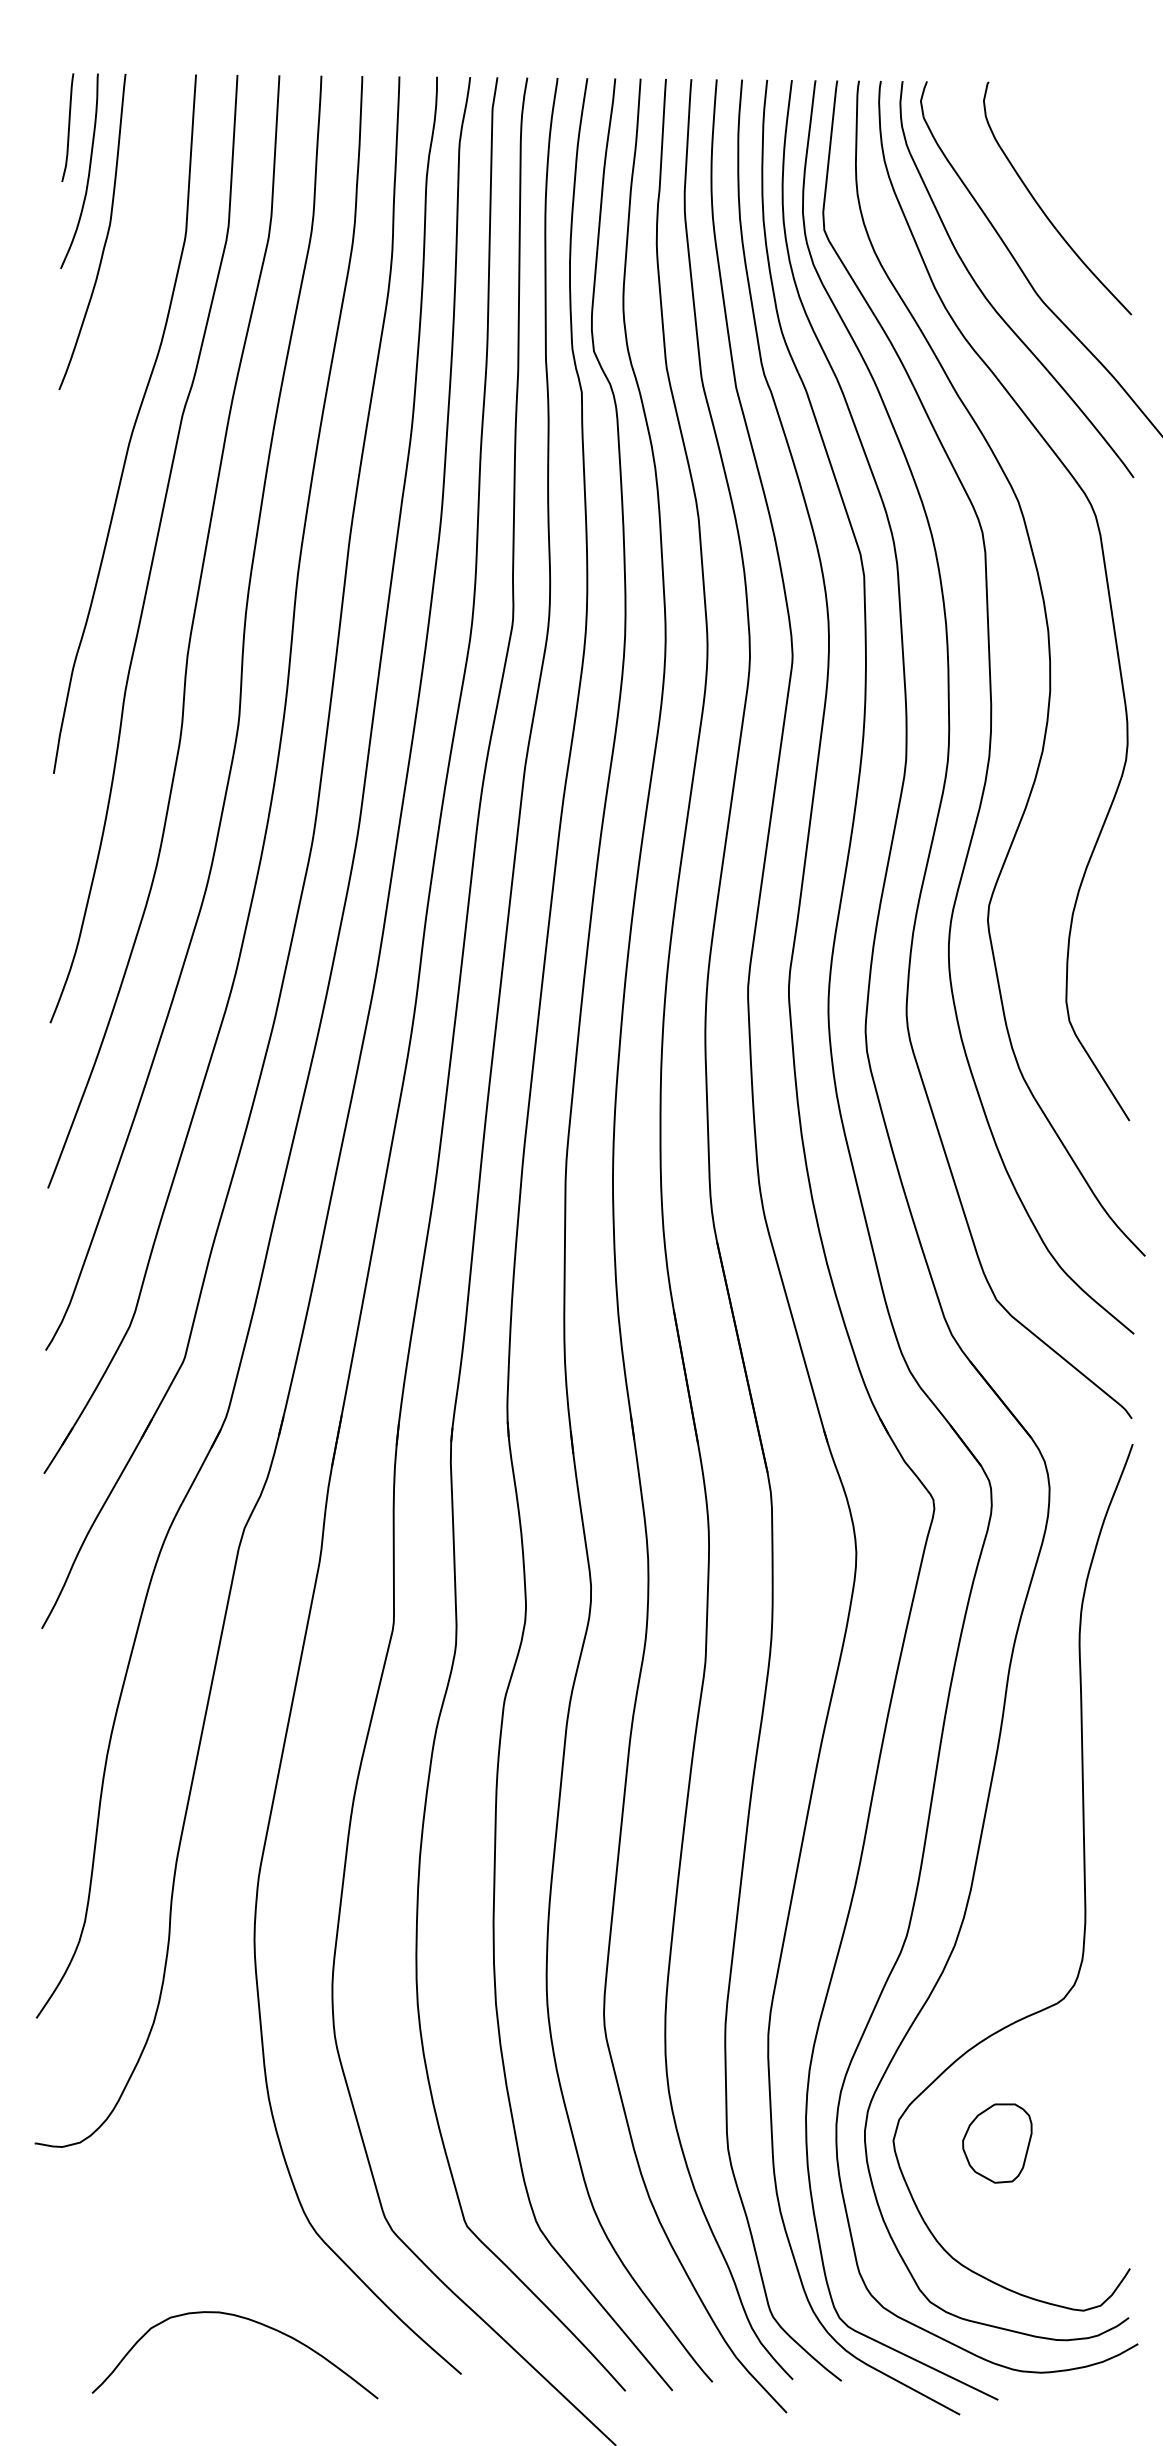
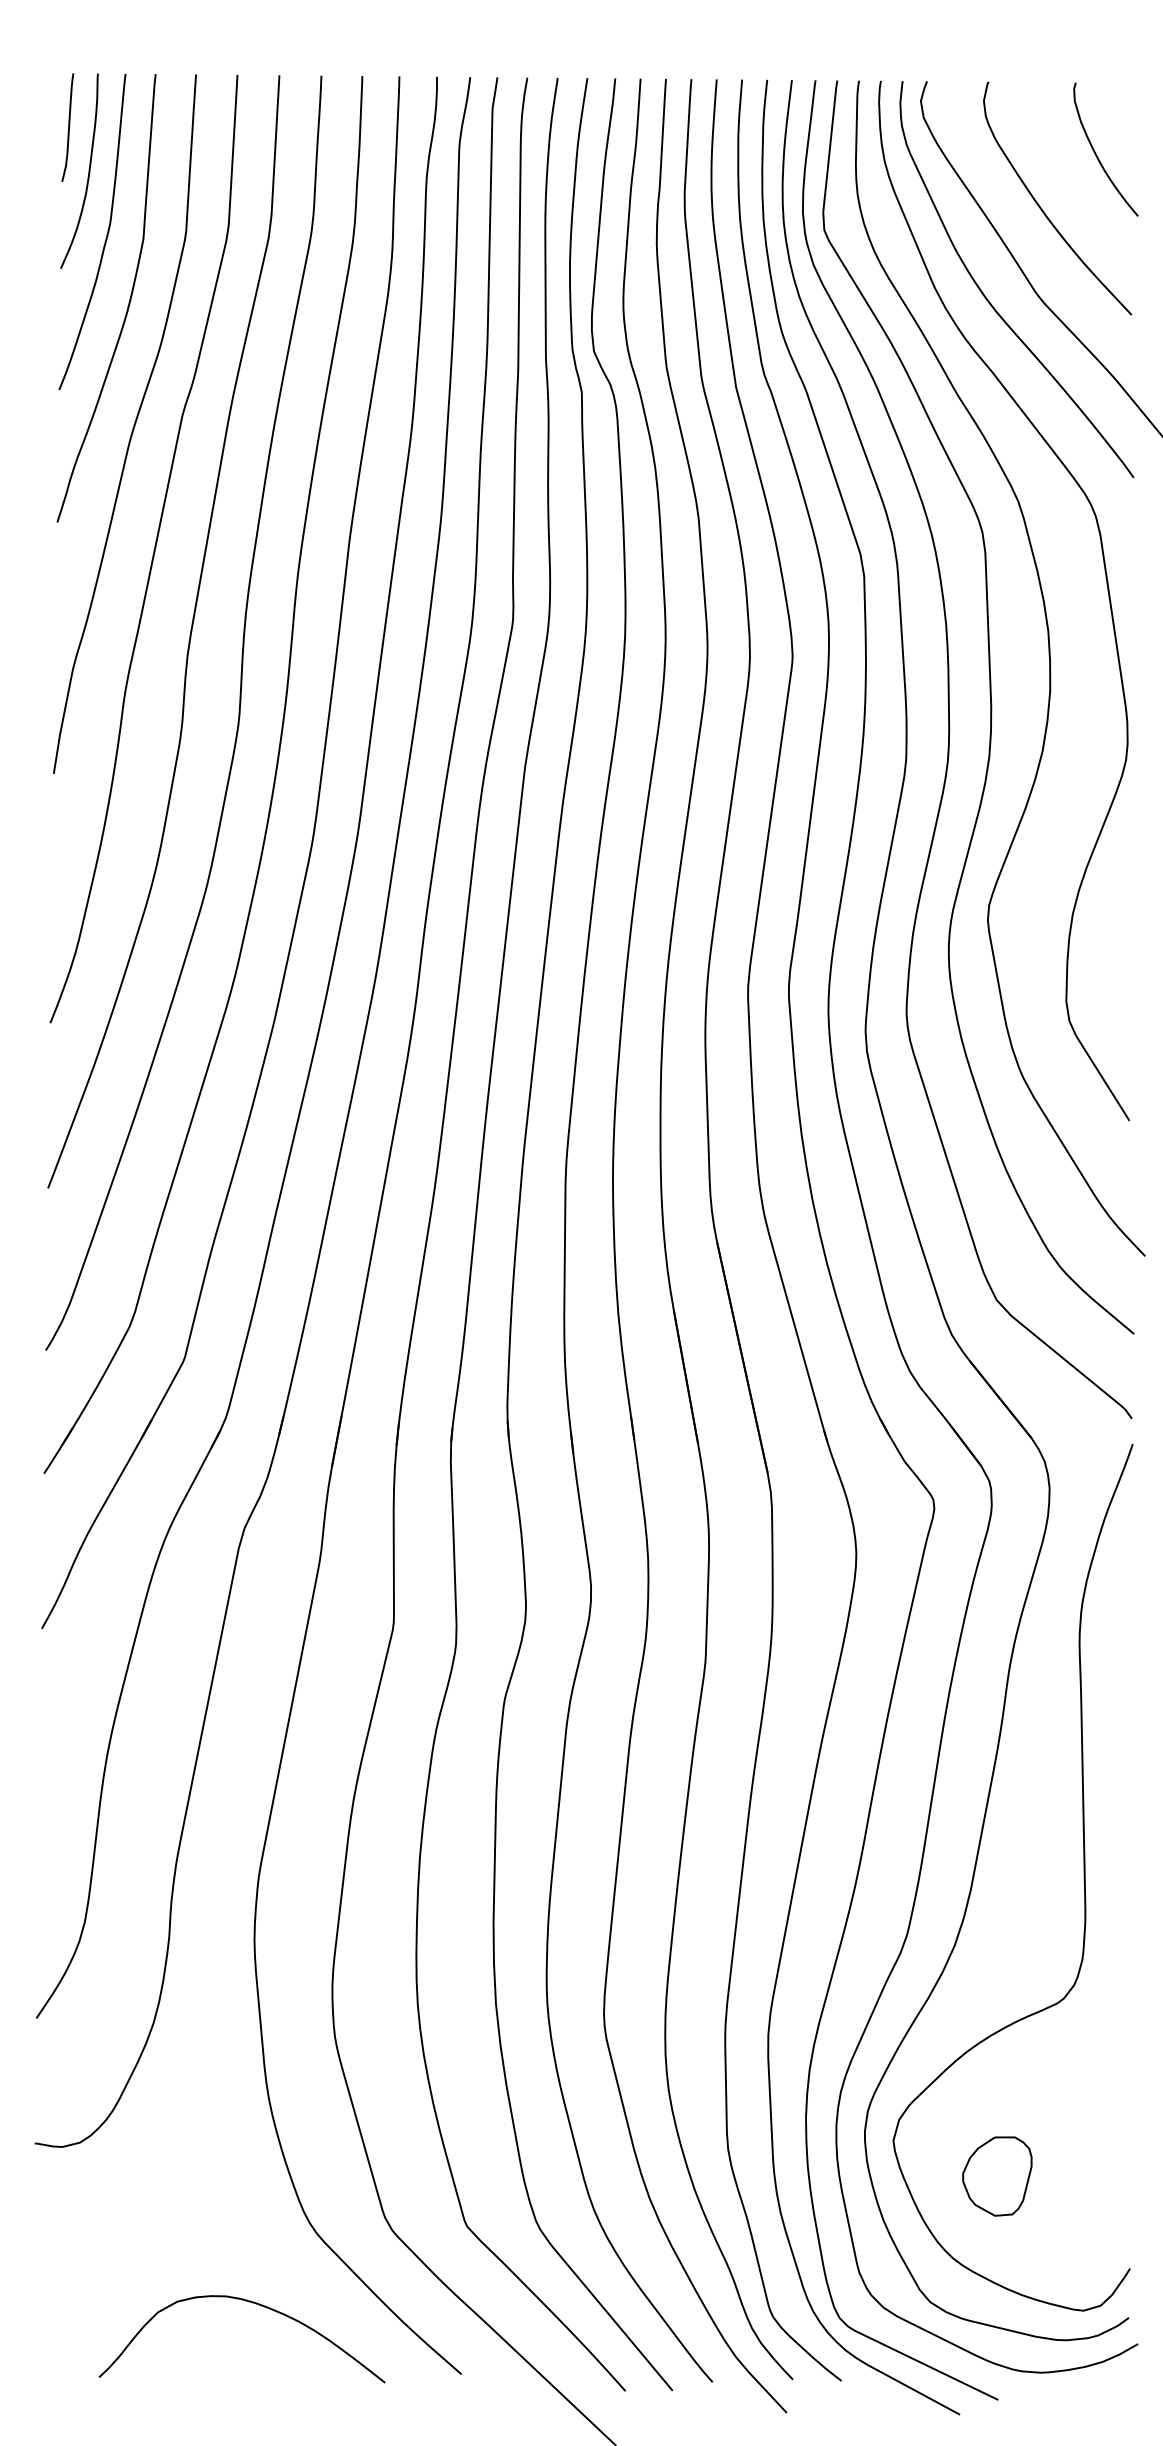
curve at (1096, 153): none -> present
curve at (128, 302): none -> present
part at (997, 2143) position: (997, 2143) -> (997, 2176)
curve at (245, 2319) position: (245, 2319) -> (252, 2303)
